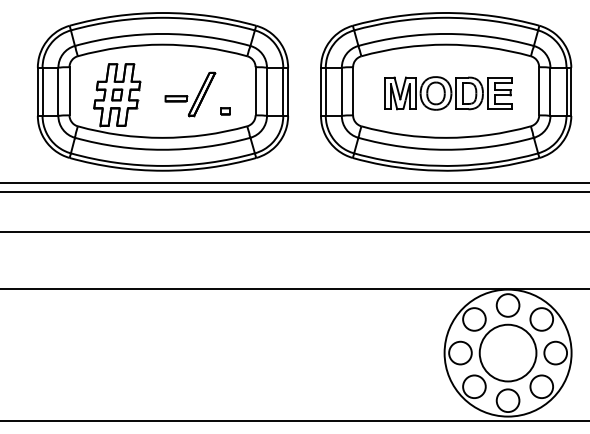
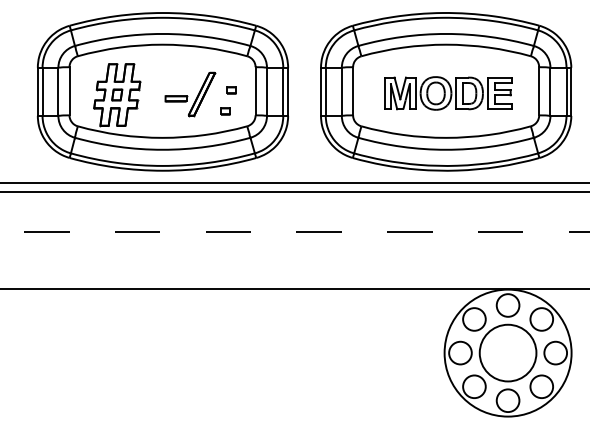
part at (231, 90): none -> present
line at (295, 232): solid -> dashed
line at (294, 421): present -> none
